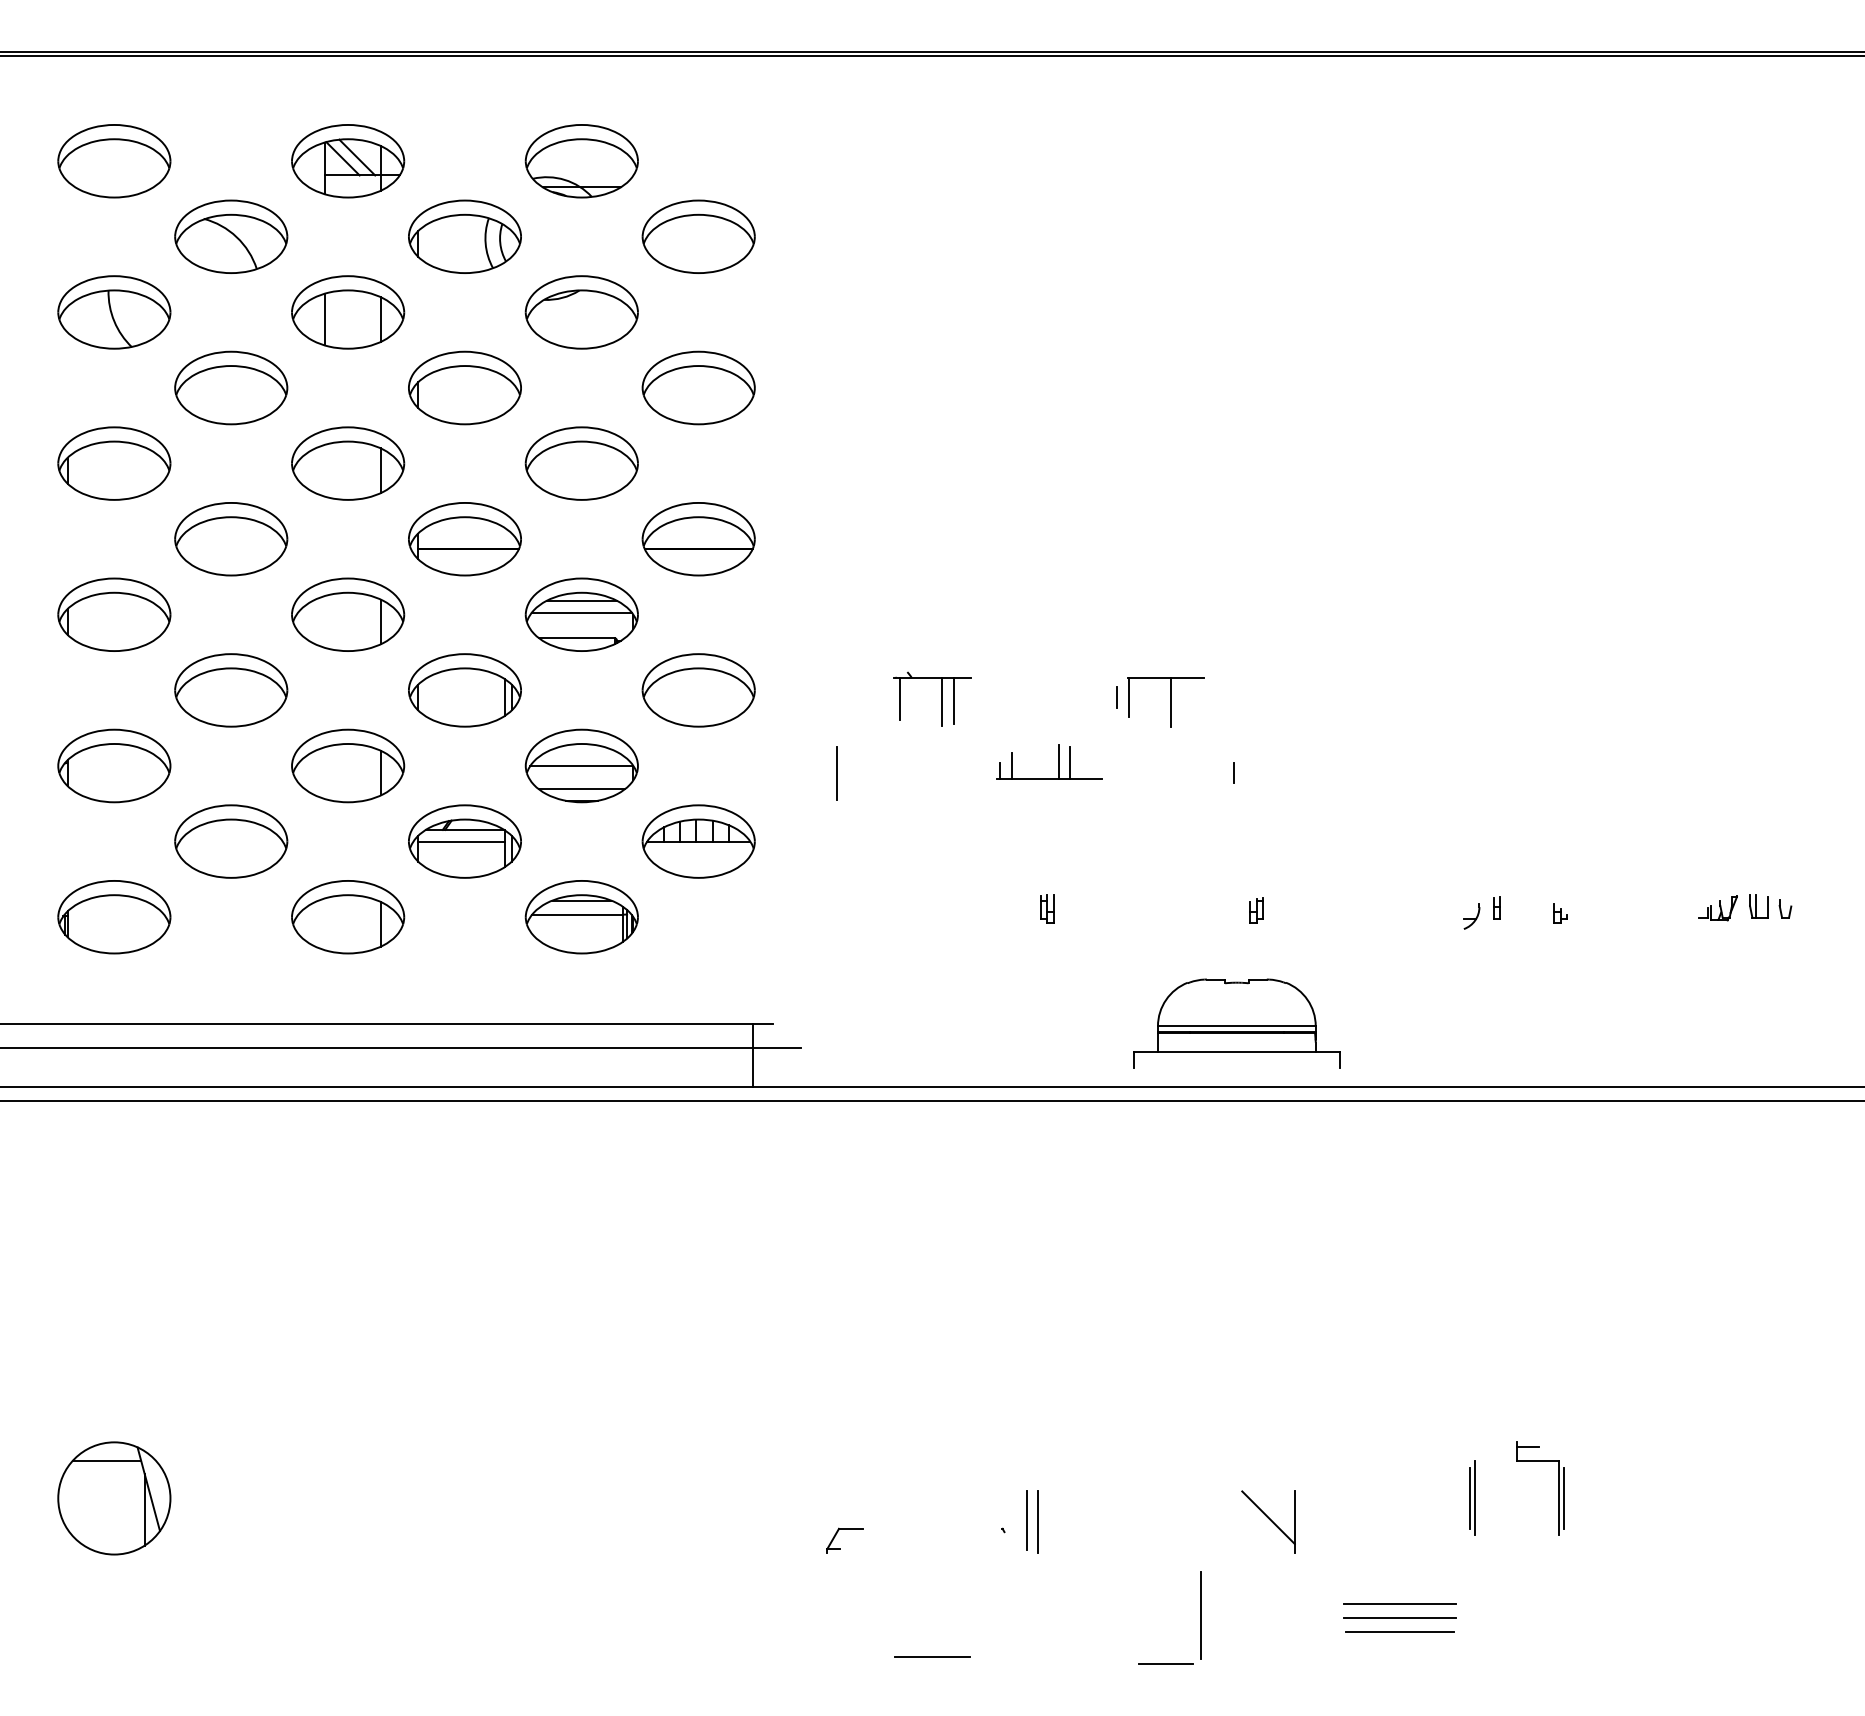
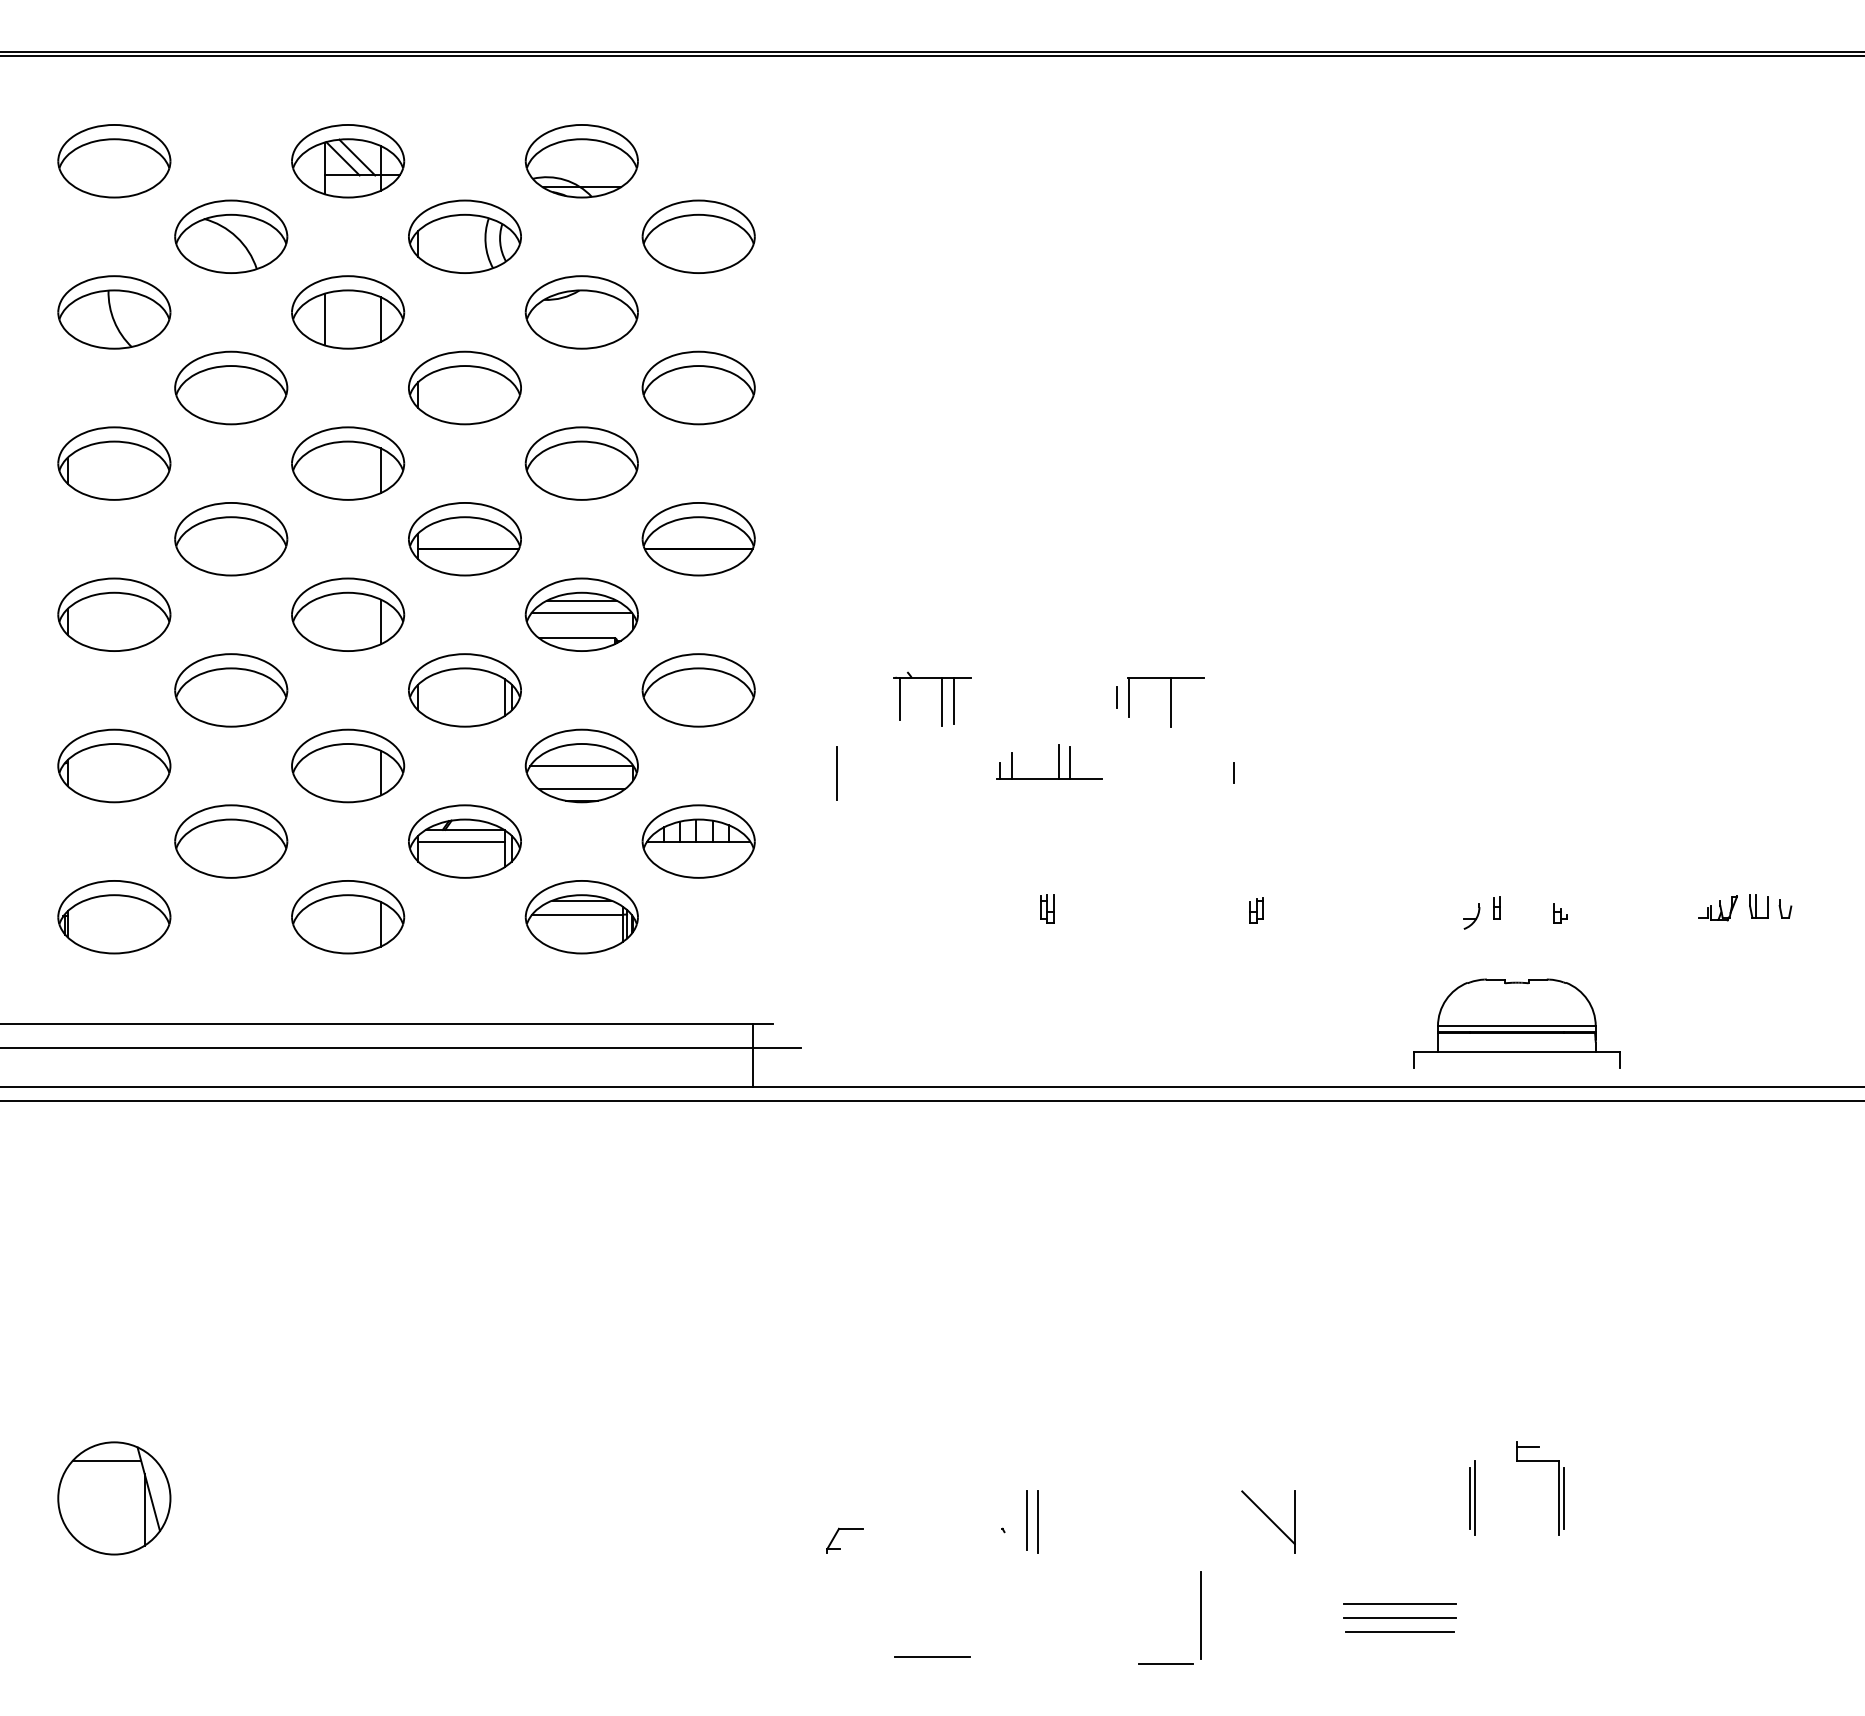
part at (1236, 1023) position: (1236, 1023) -> (1516, 1023)
